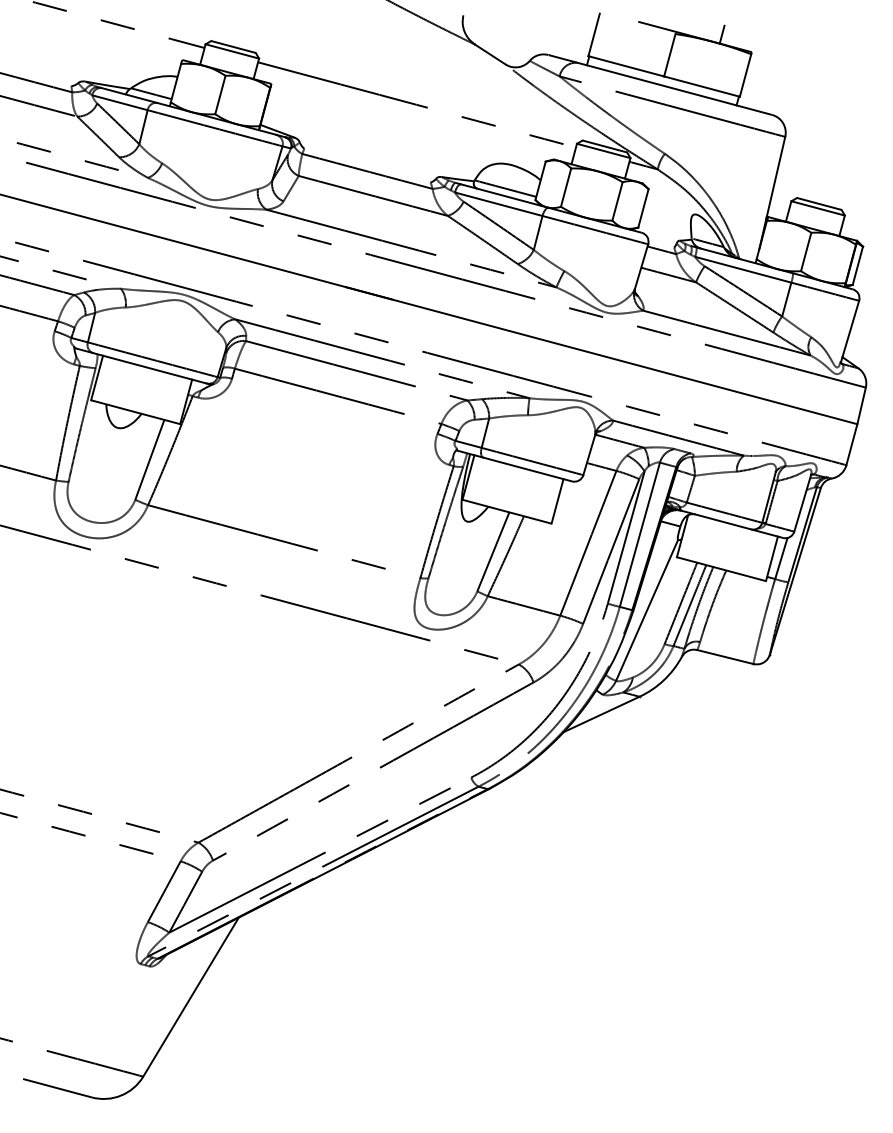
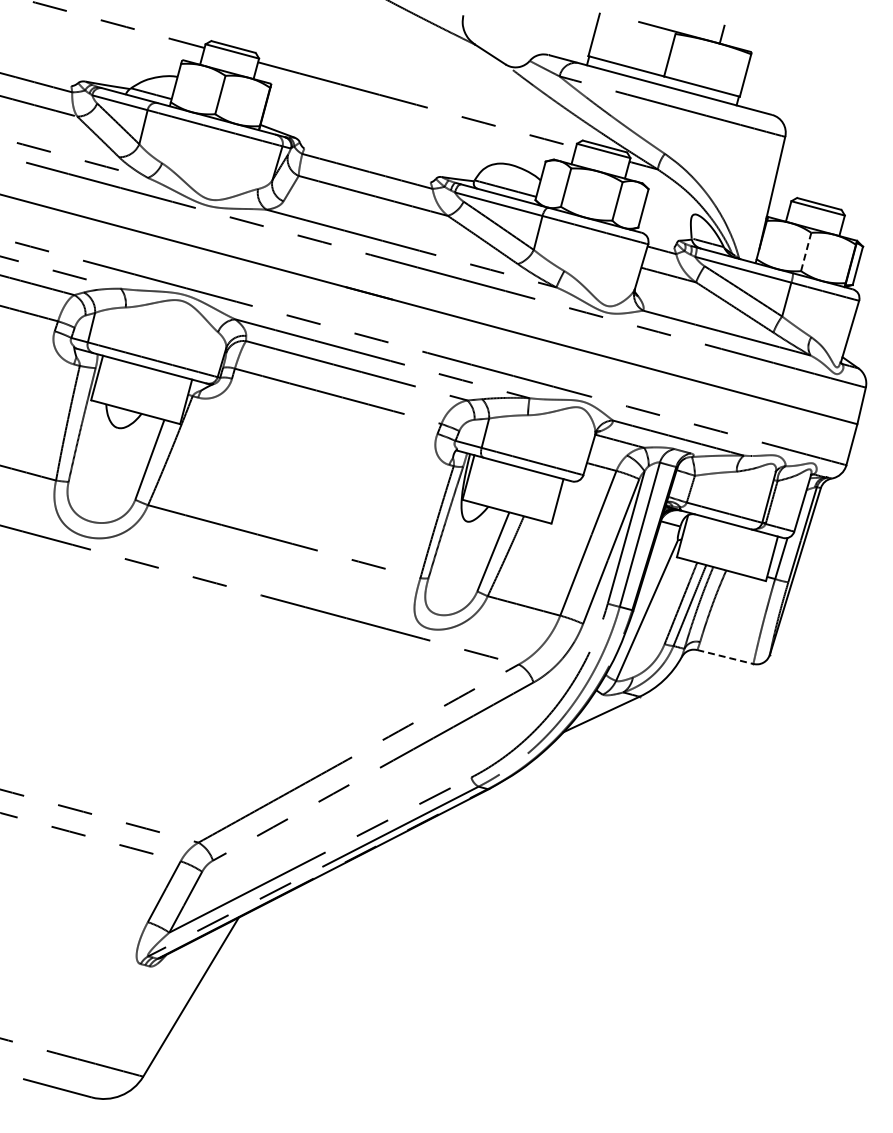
line at (806, 252): solid -> dashed
line at (725, 657): solid -> dashed
